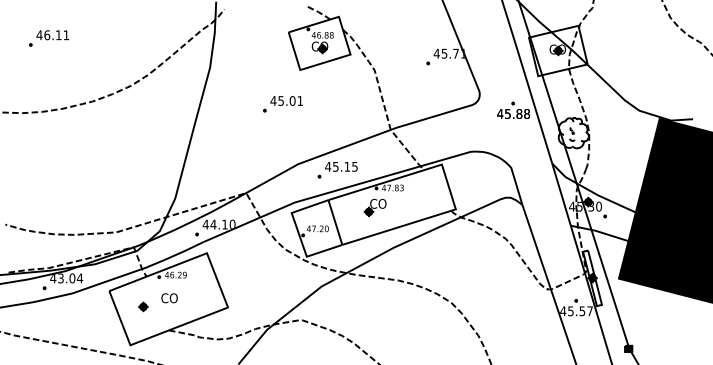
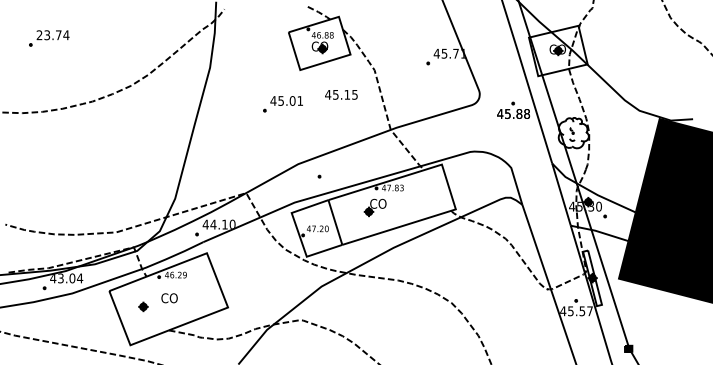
text at (52, 35): 46.11 -> 23.74
text at (341, 166) position: (341, 166) -> (341, 94)
